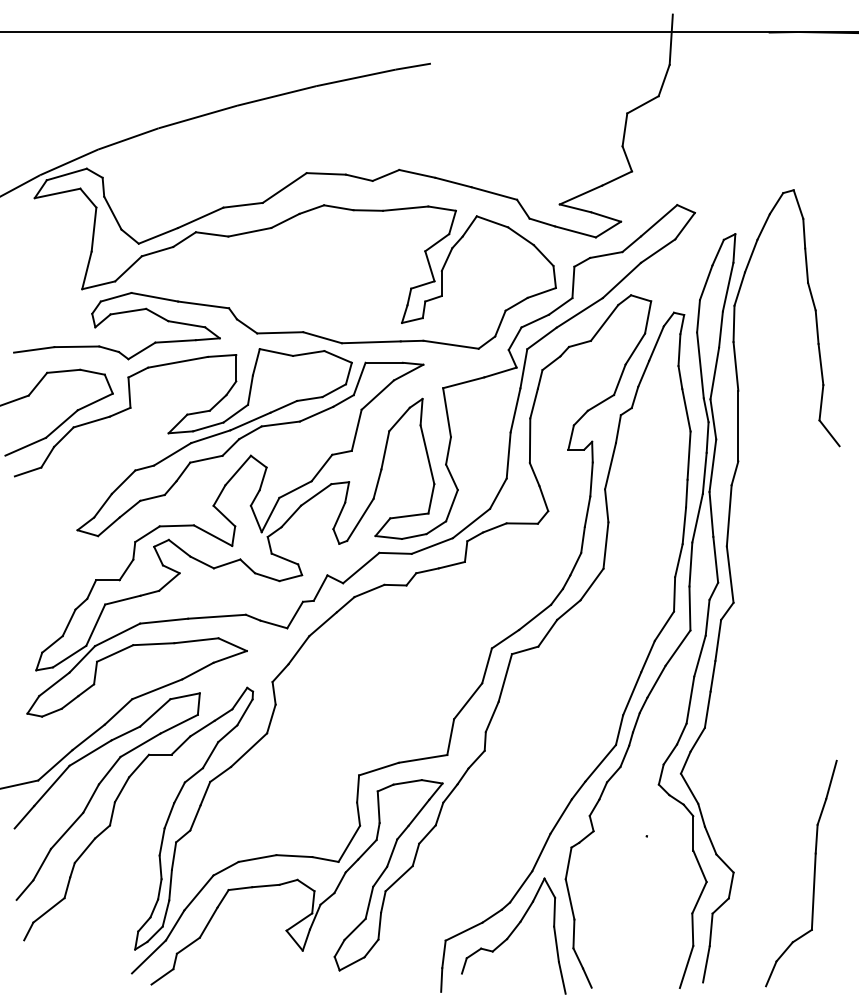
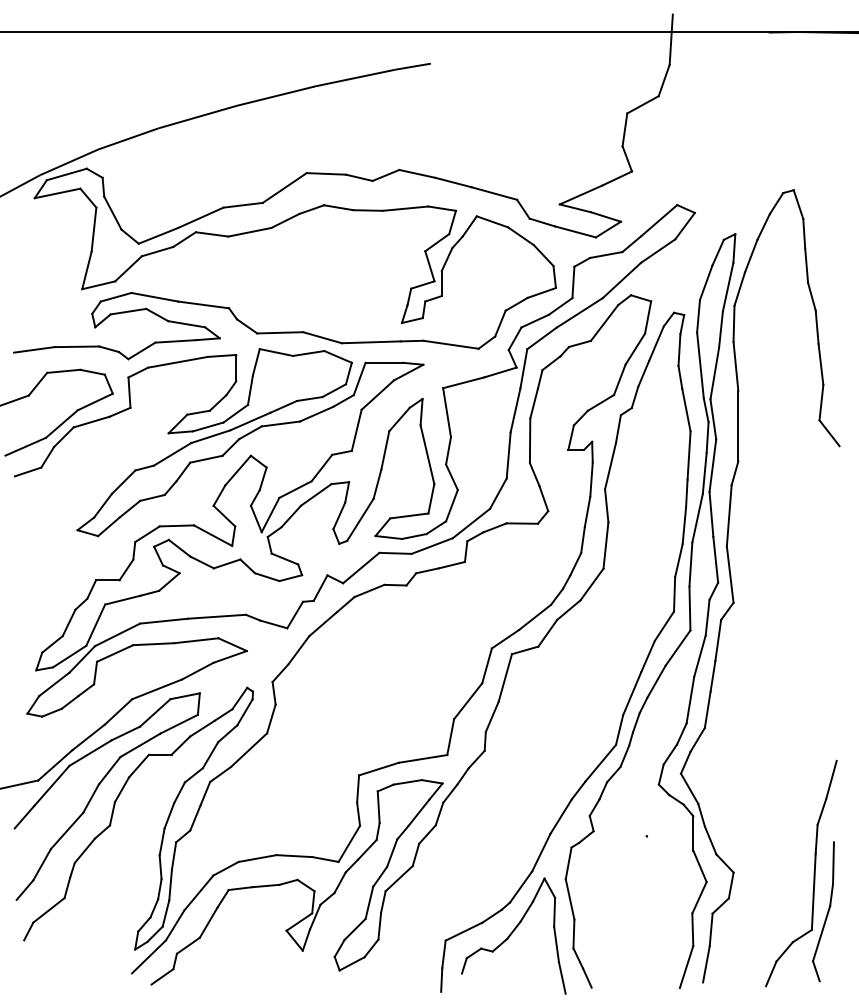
part at (823, 911): none -> present
